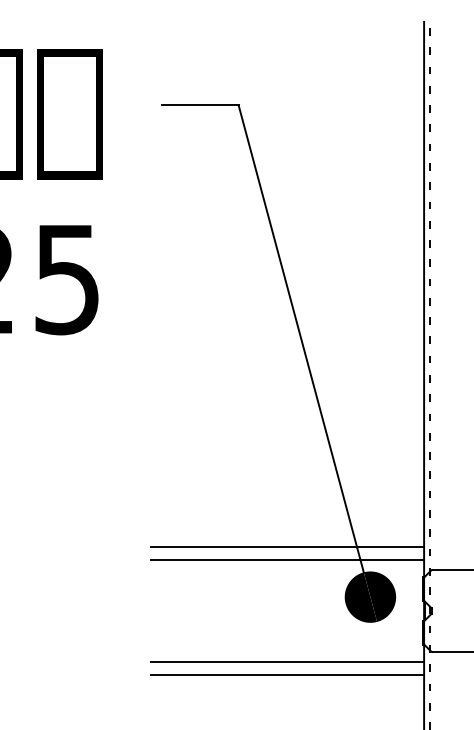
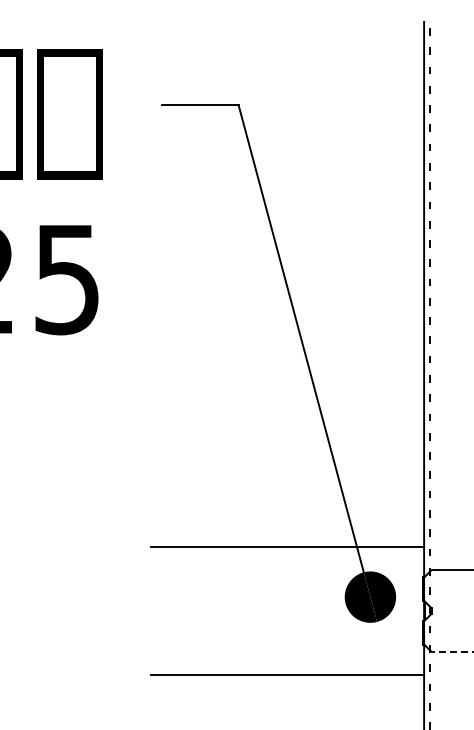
line at (287, 559): present -> none
line at (452, 652): solid -> dashed
line at (287, 662): present -> none
